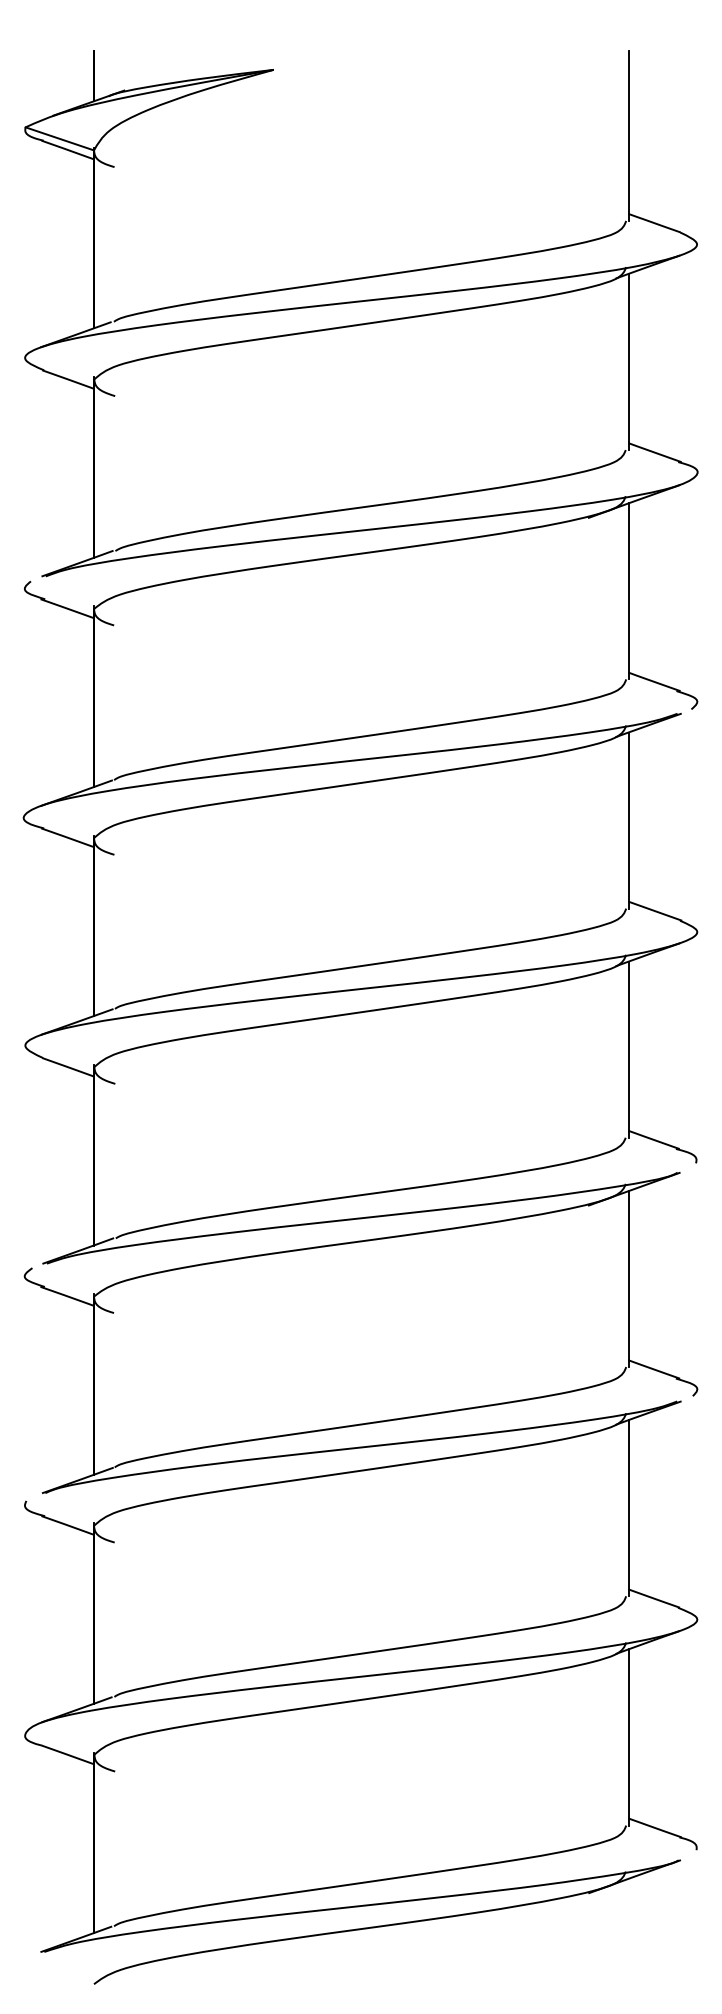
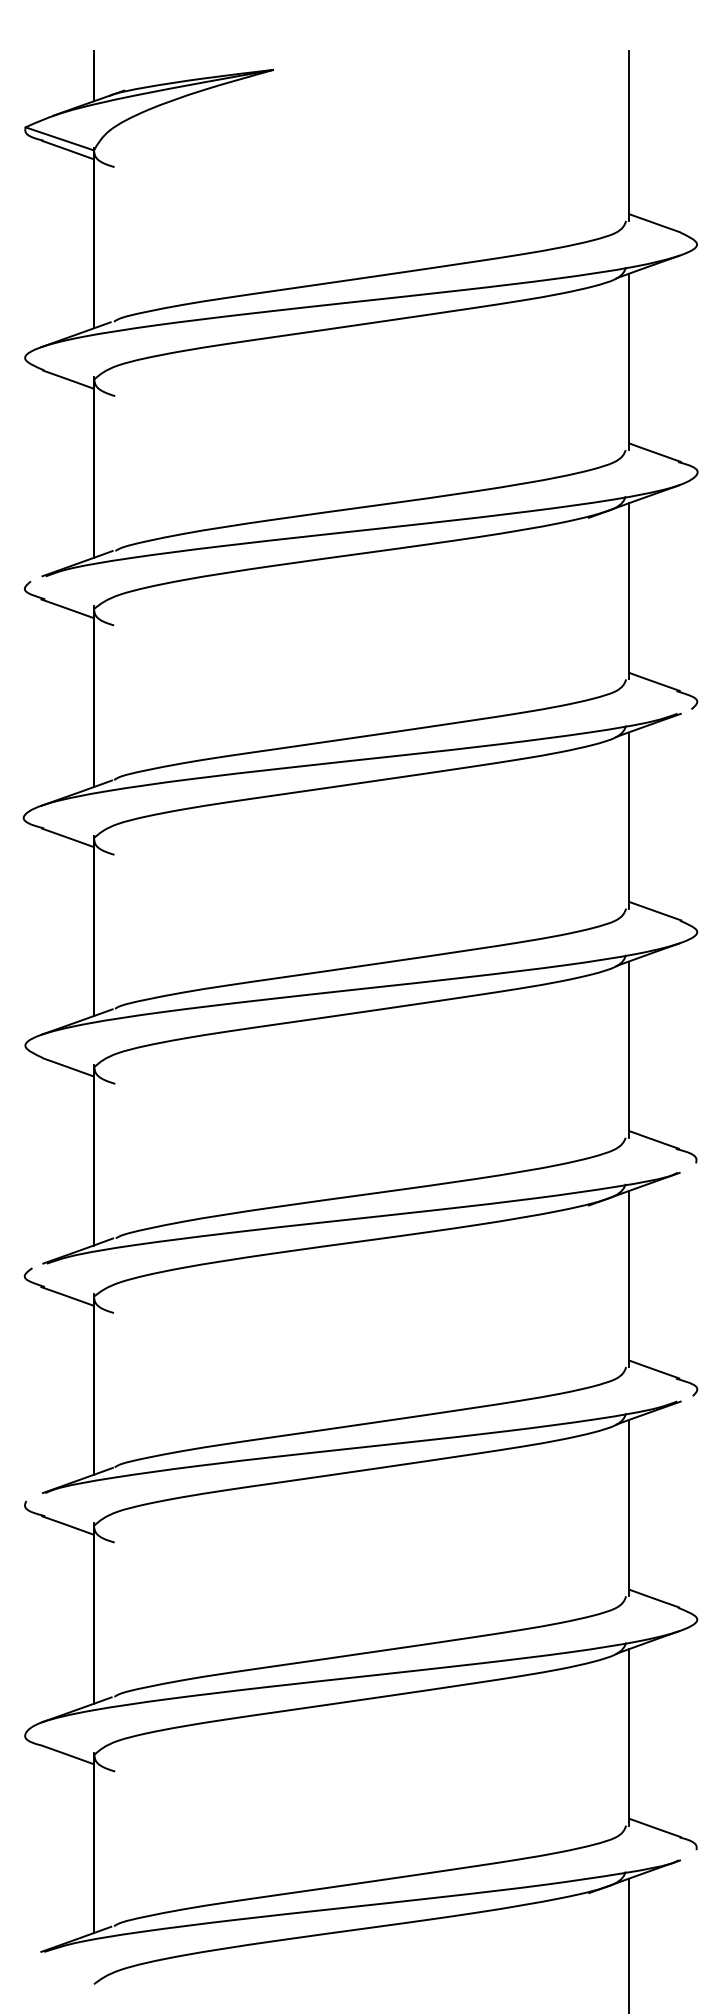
line at (628, 1944): none -> present
